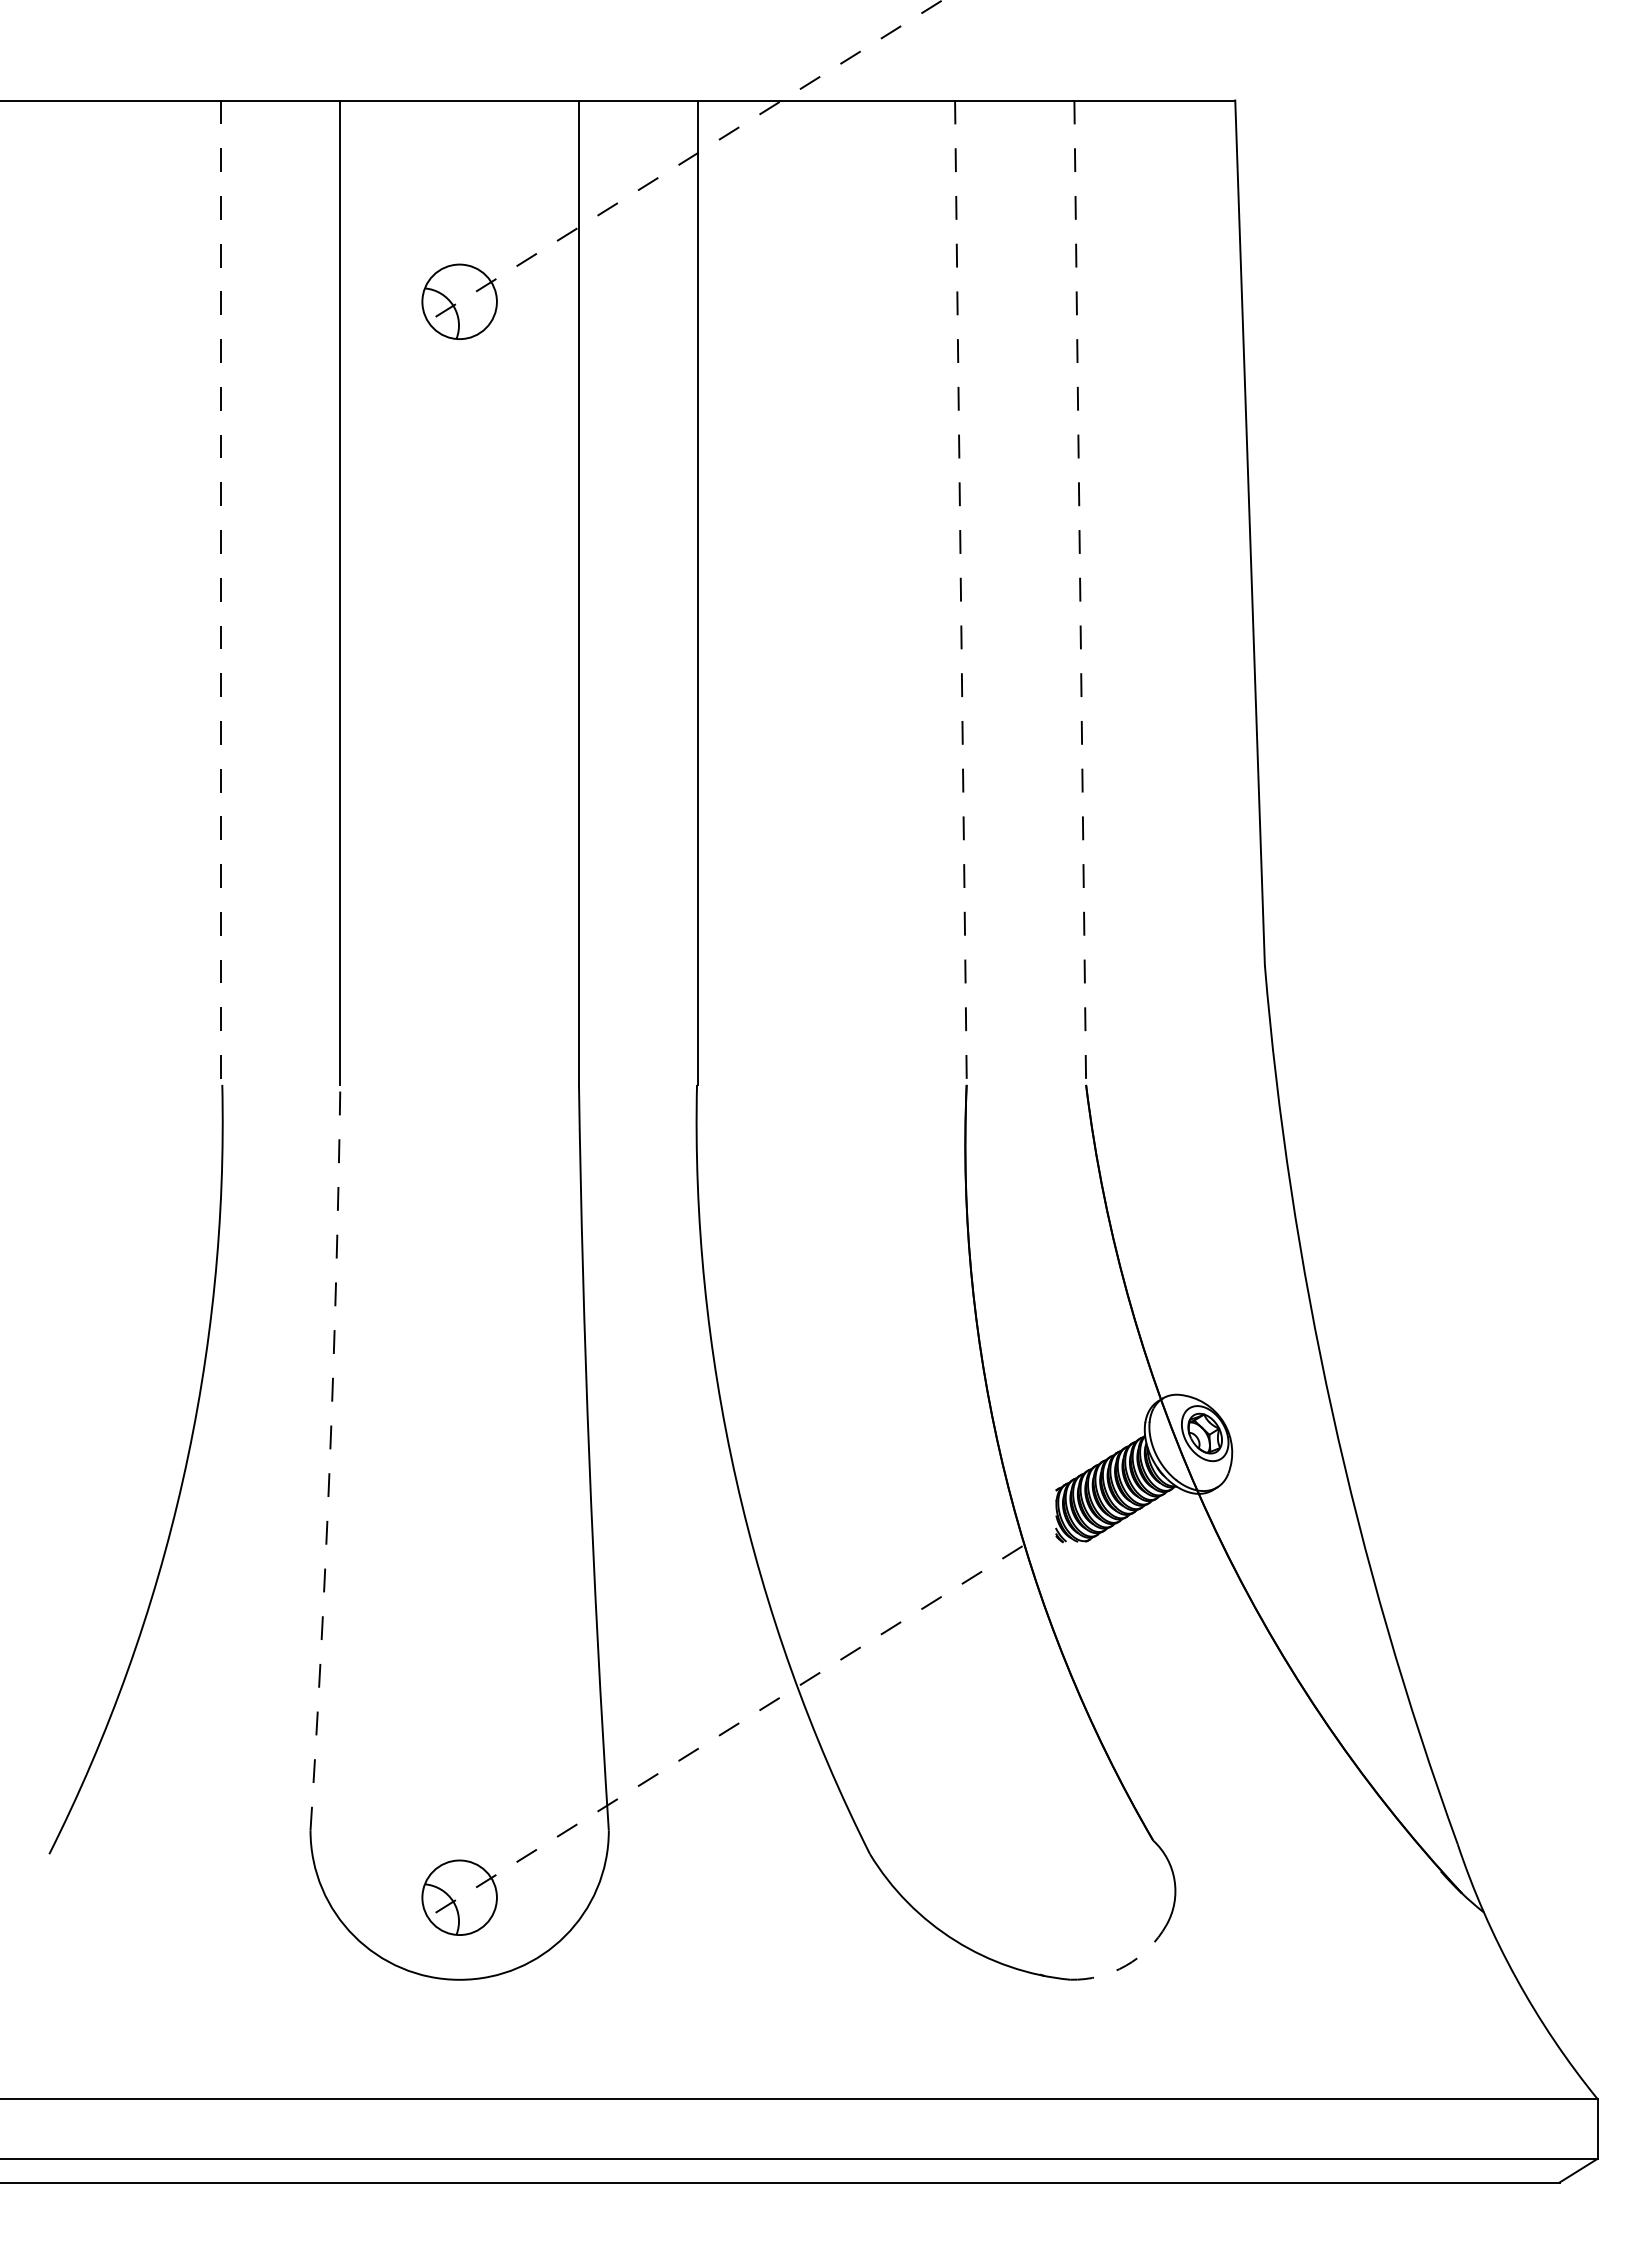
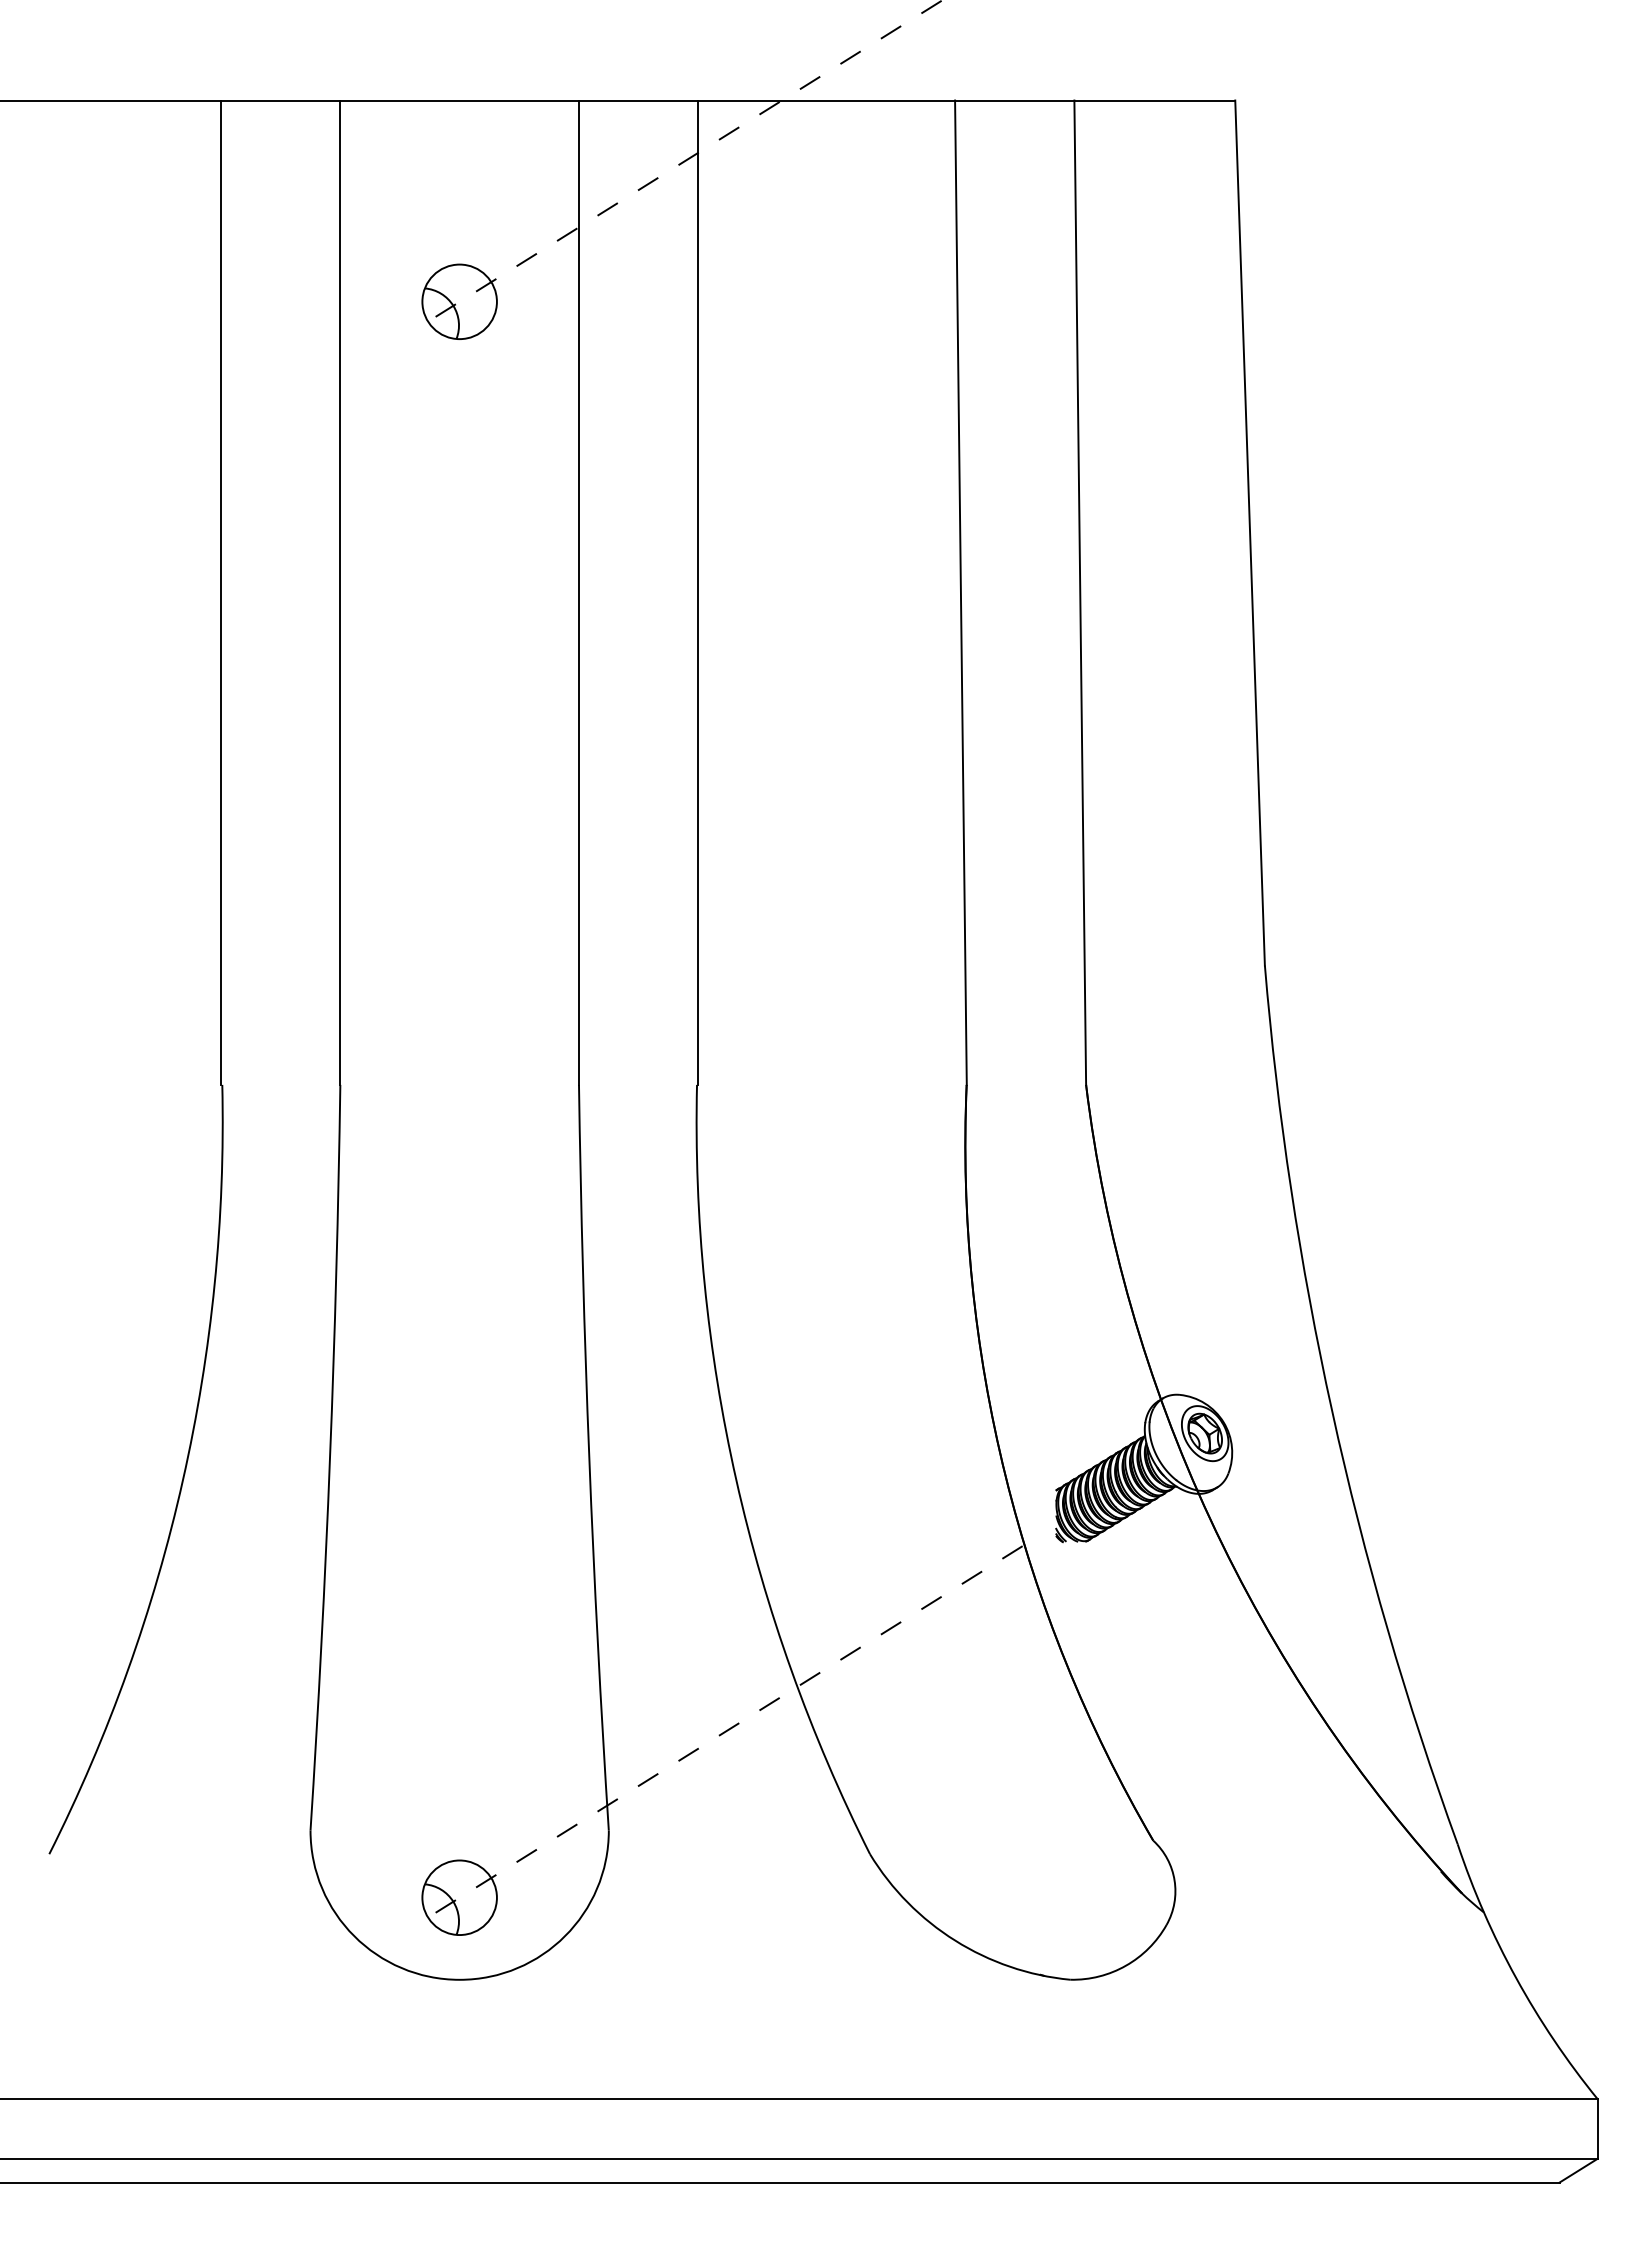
line at (221, 593): dashed -> solid
line at (960, 593): dashed -> solid
line at (1080, 593): dashed -> solid
arc at (330, 1457): dashed -> solid
arc at (1126, 1965): dashed -> solid
